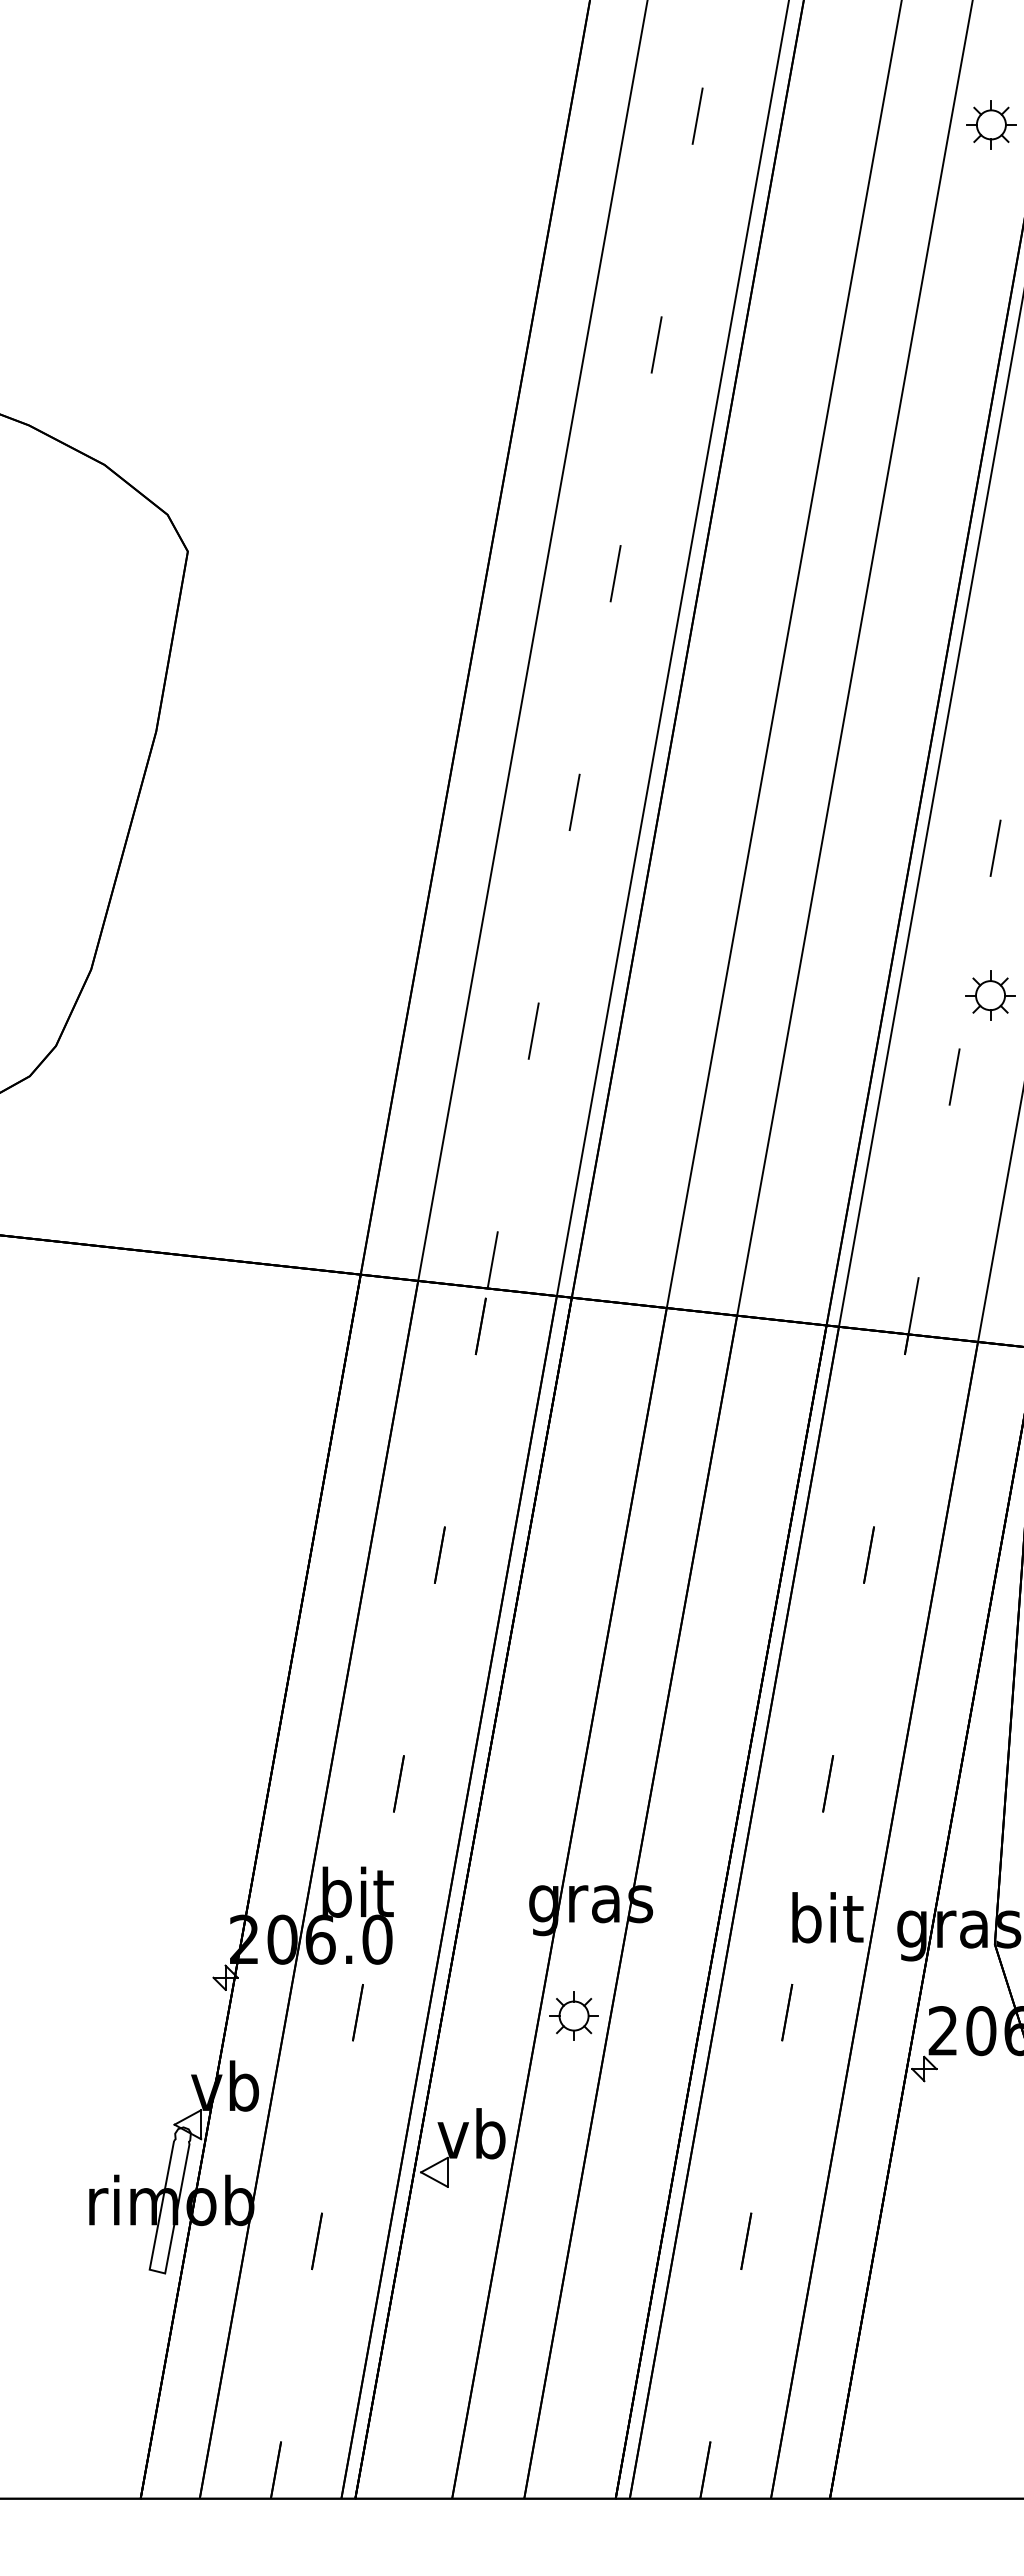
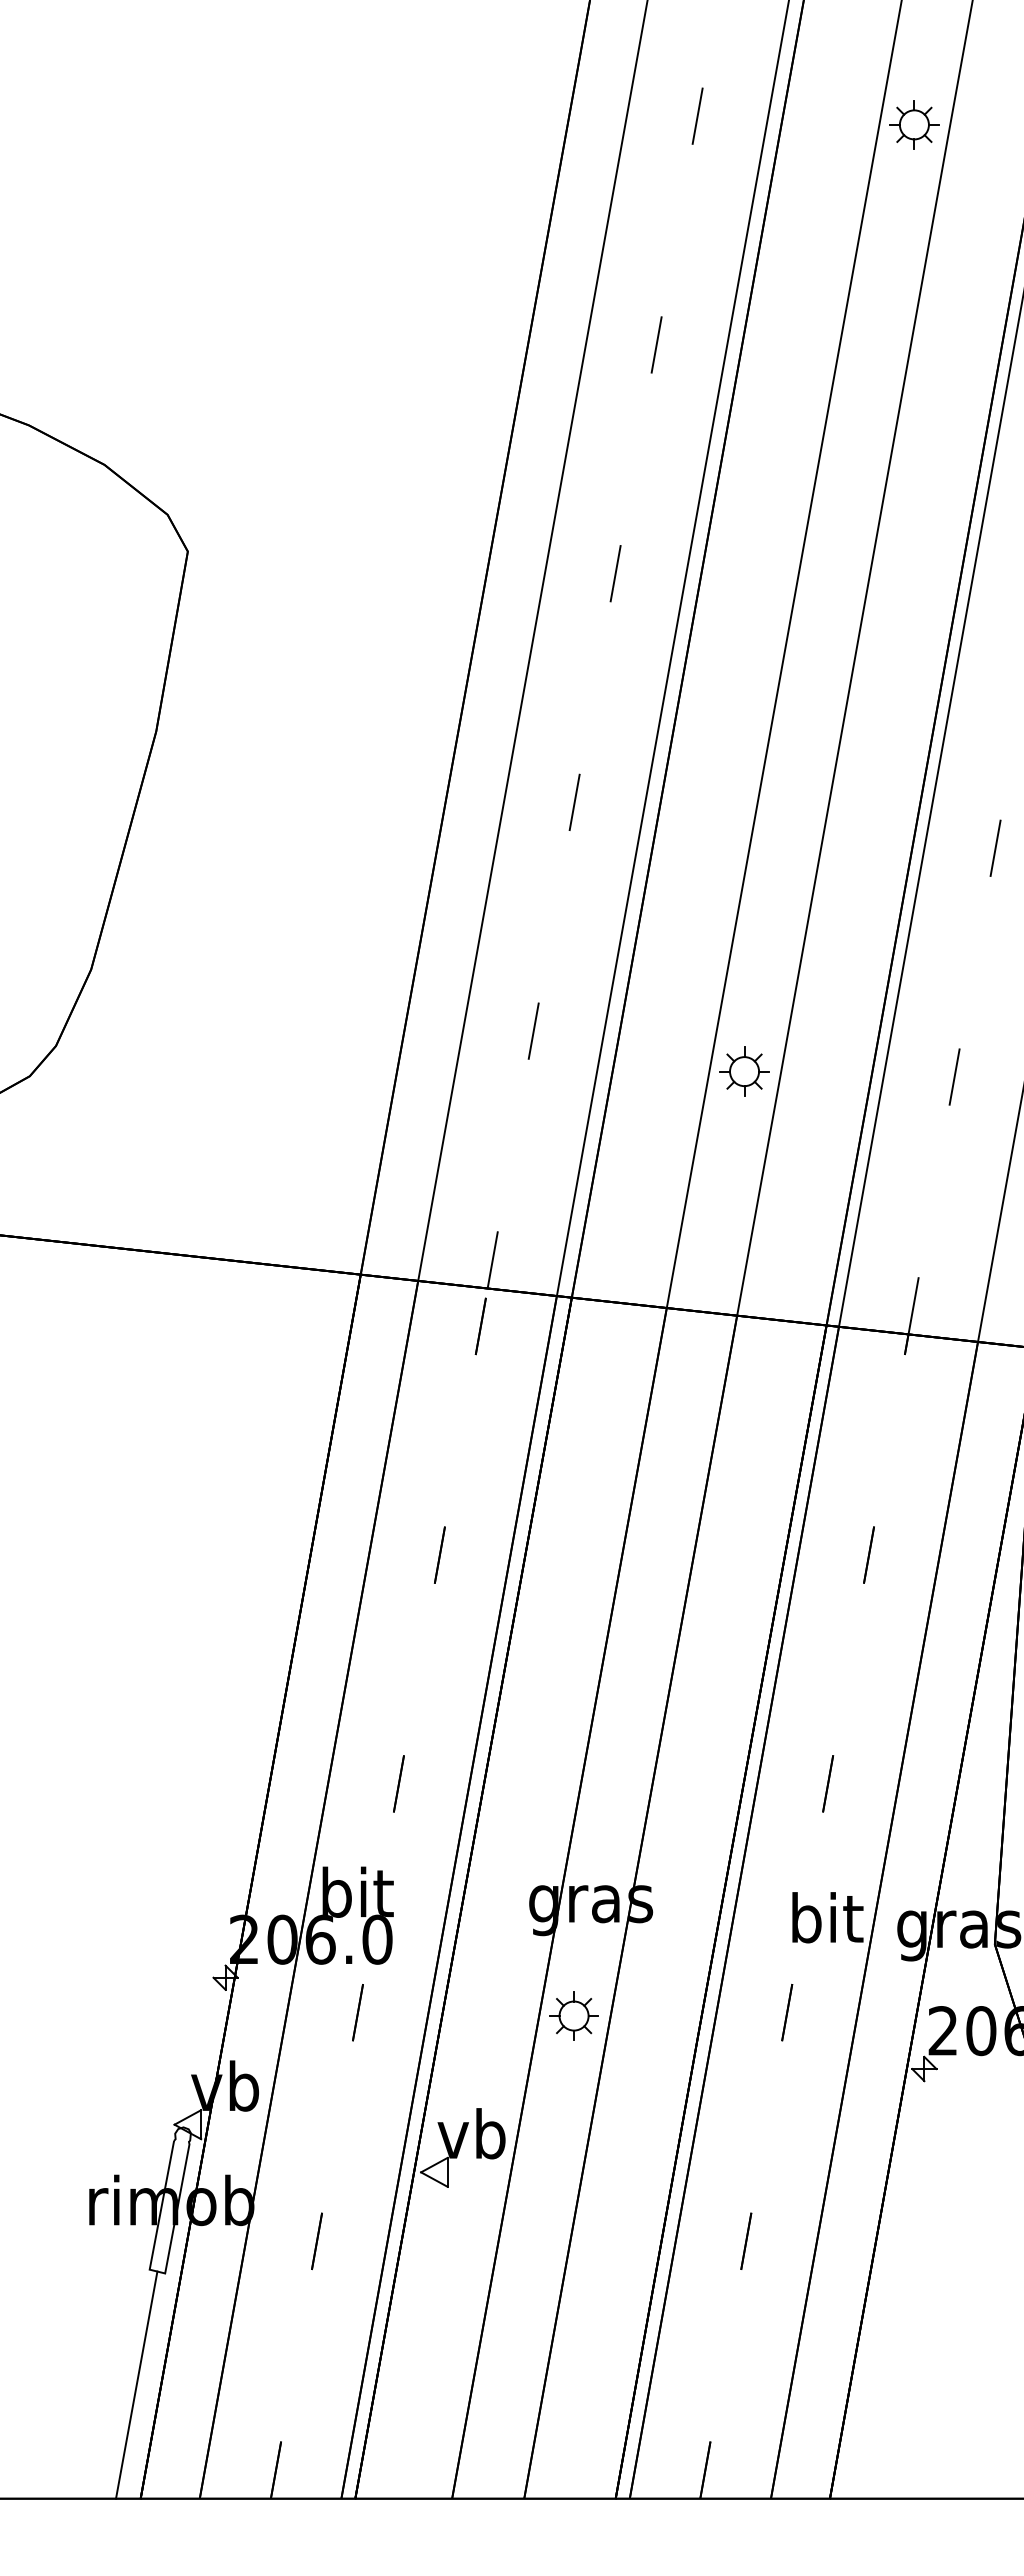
part at (991, 124) position: (991, 124) -> (914, 124)
part at (990, 995) position: (990, 995) -> (744, 1071)
line at (136, 2384): none -> present
